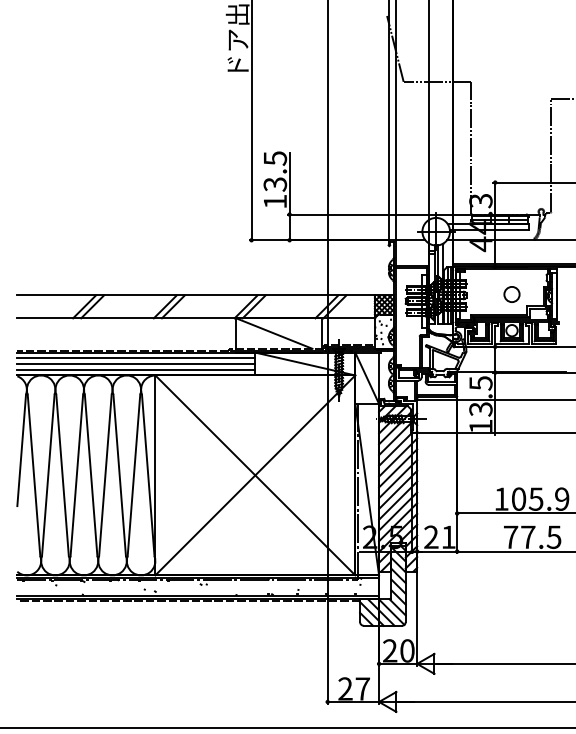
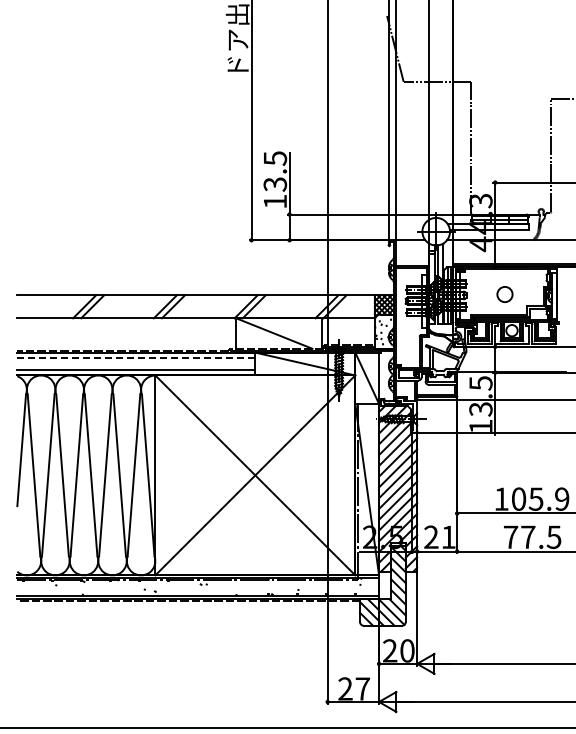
circle at (511, 294) position: (511, 294) -> (504, 294)
line at (136, 358): solid -> dashed
line at (136, 364): present -> none
